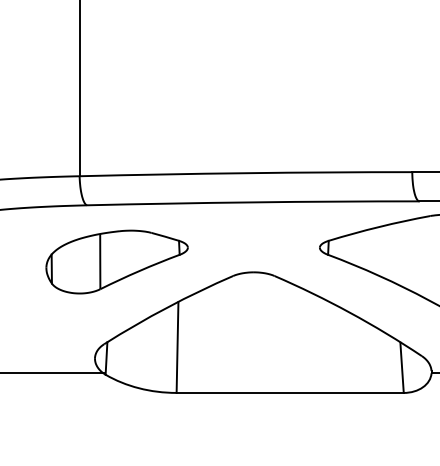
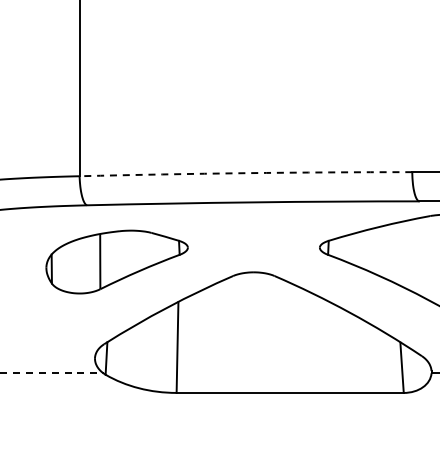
arc at (245, 173): solid -> dashed
line at (52, 373): solid -> dashed
